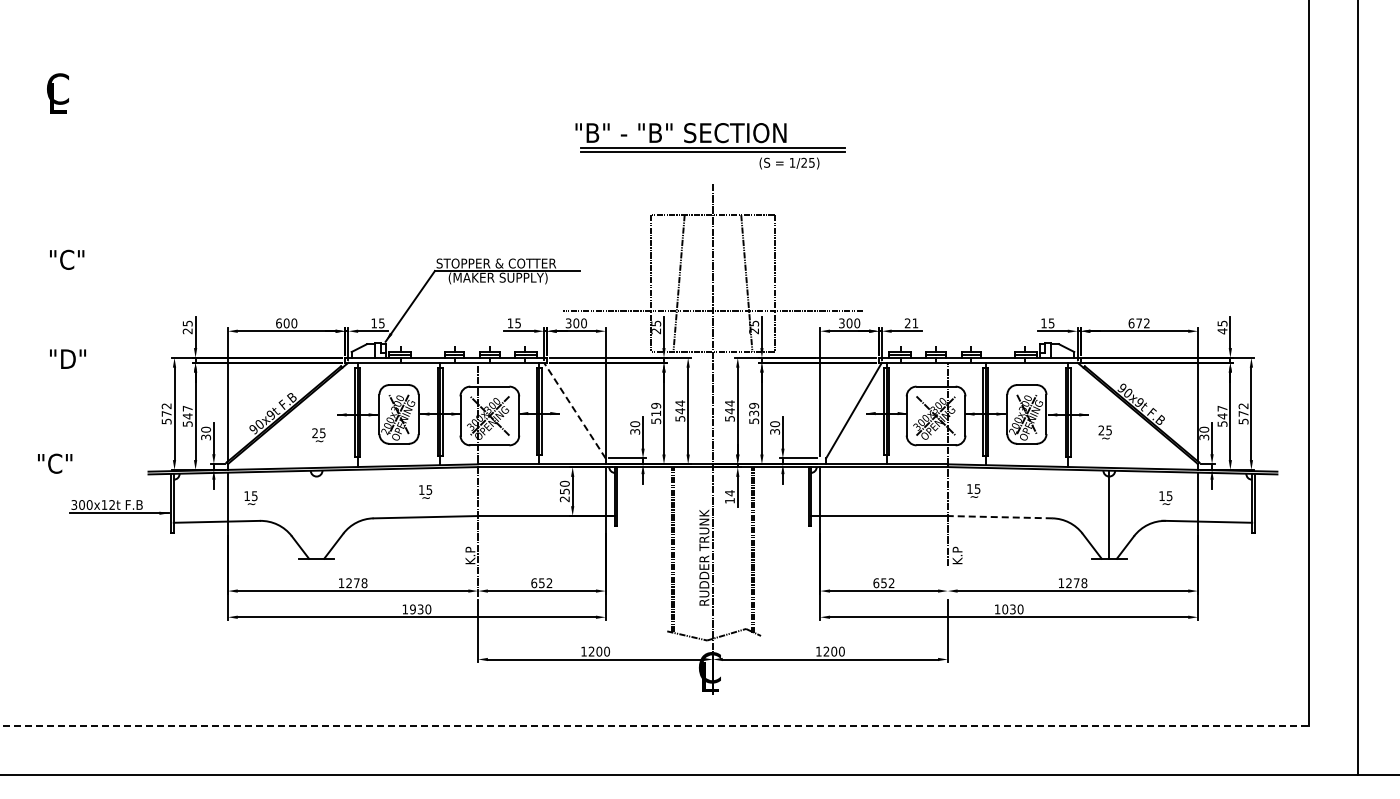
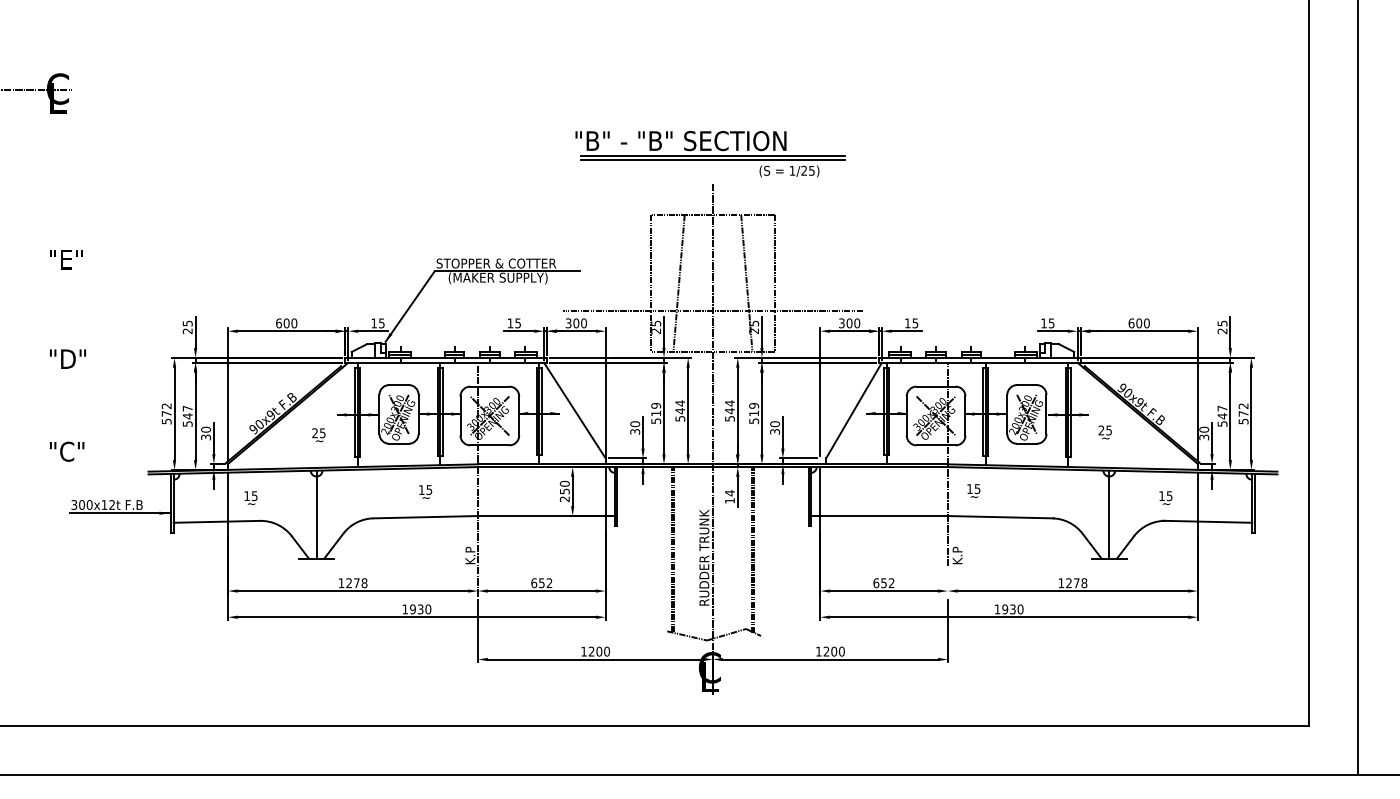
line at (37, 90): none -> present
part at (710, 146) position: (710, 146) -> (710, 154)
text at (67, 259): "C" -> "E"
text at (911, 323): 21 -> 15
text at (1142, 323): 672 -> 600
text at (1222, 331): 45 -> 25
line at (574, 410): dashed -> solid
text at (754, 413): 539 -> 519
text at (55, 463) position: (55, 463) -> (67, 451)
line at (316, 514): none -> present
line at (1000, 517): dashed -> solid
text at (1004, 609): 1030 -> 1930
line at (655, 726): dashed -> solid
